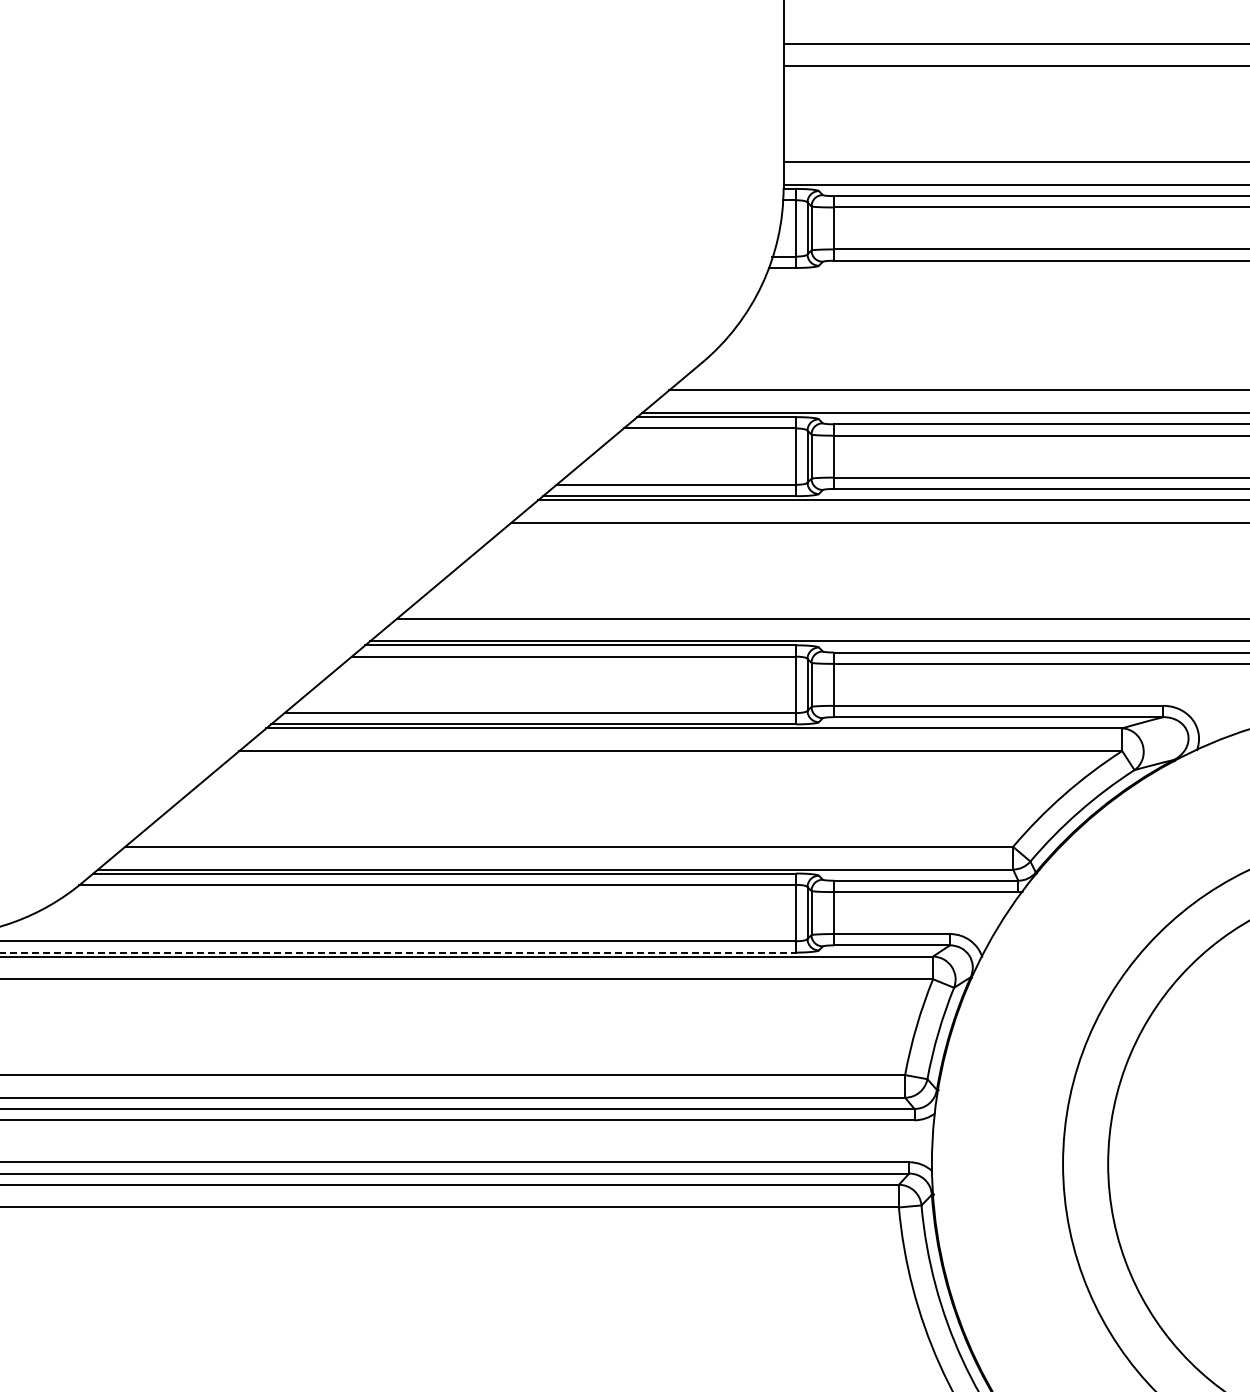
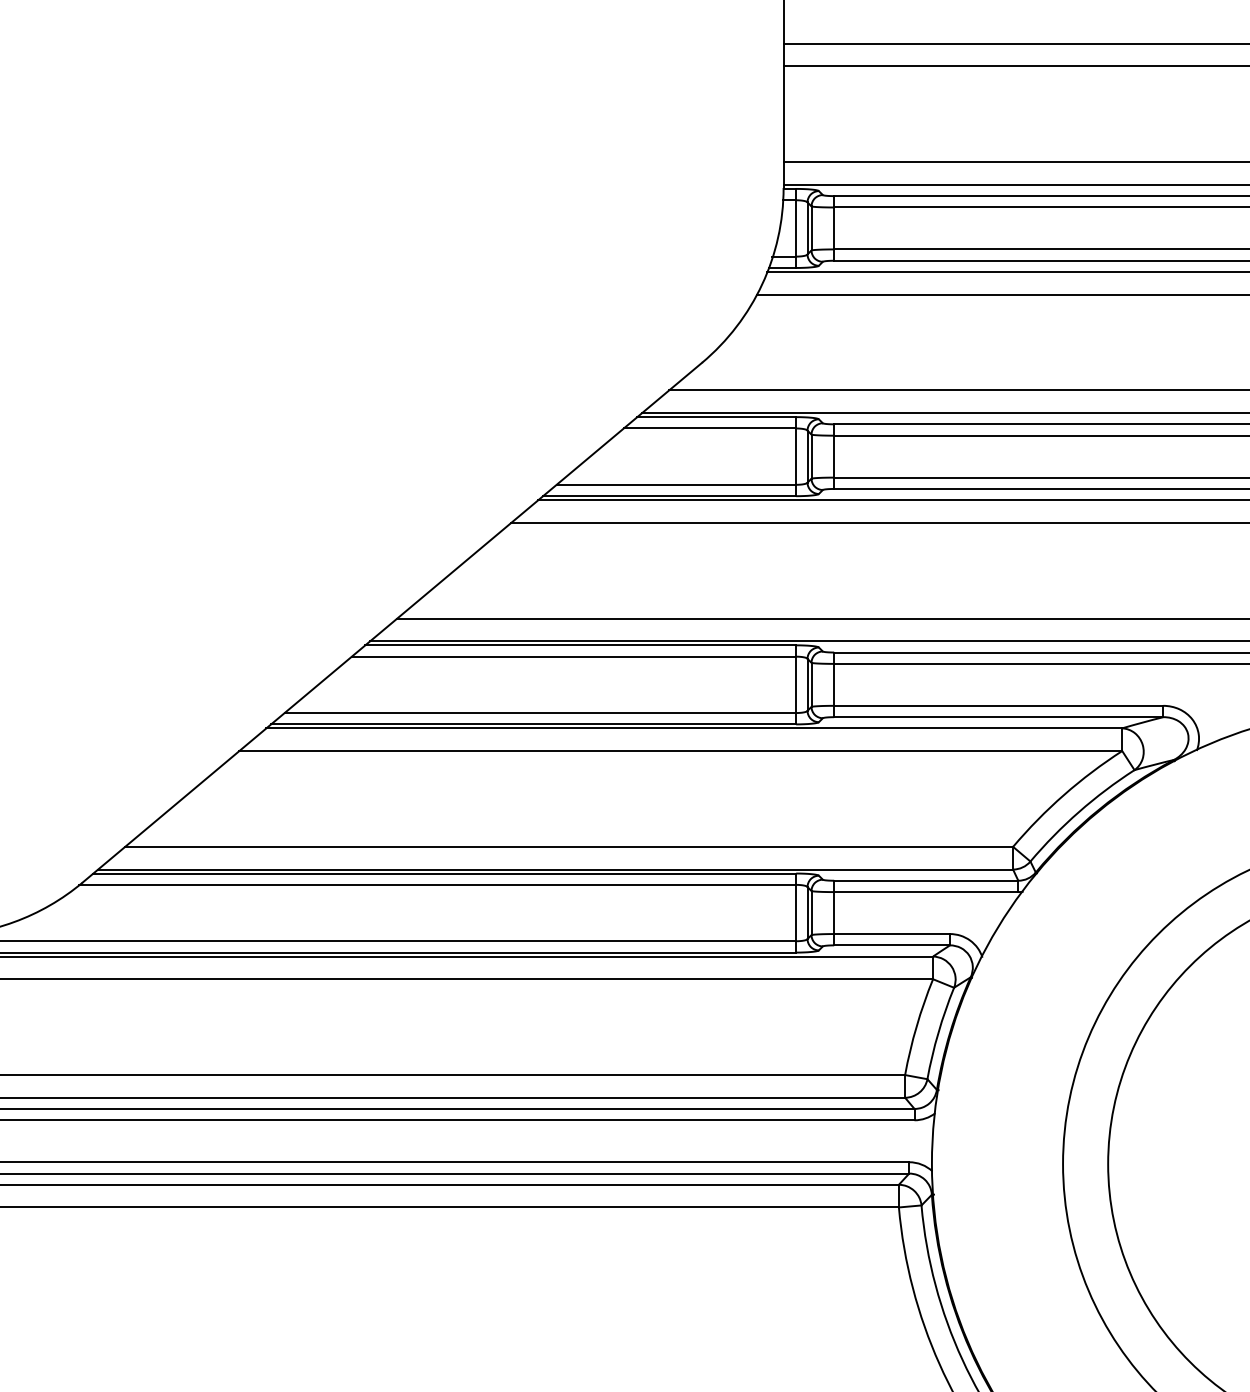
line at (1006, 271): none -> present
line at (1001, 294): none -> present
line at (398, 952): dashed -> solid
